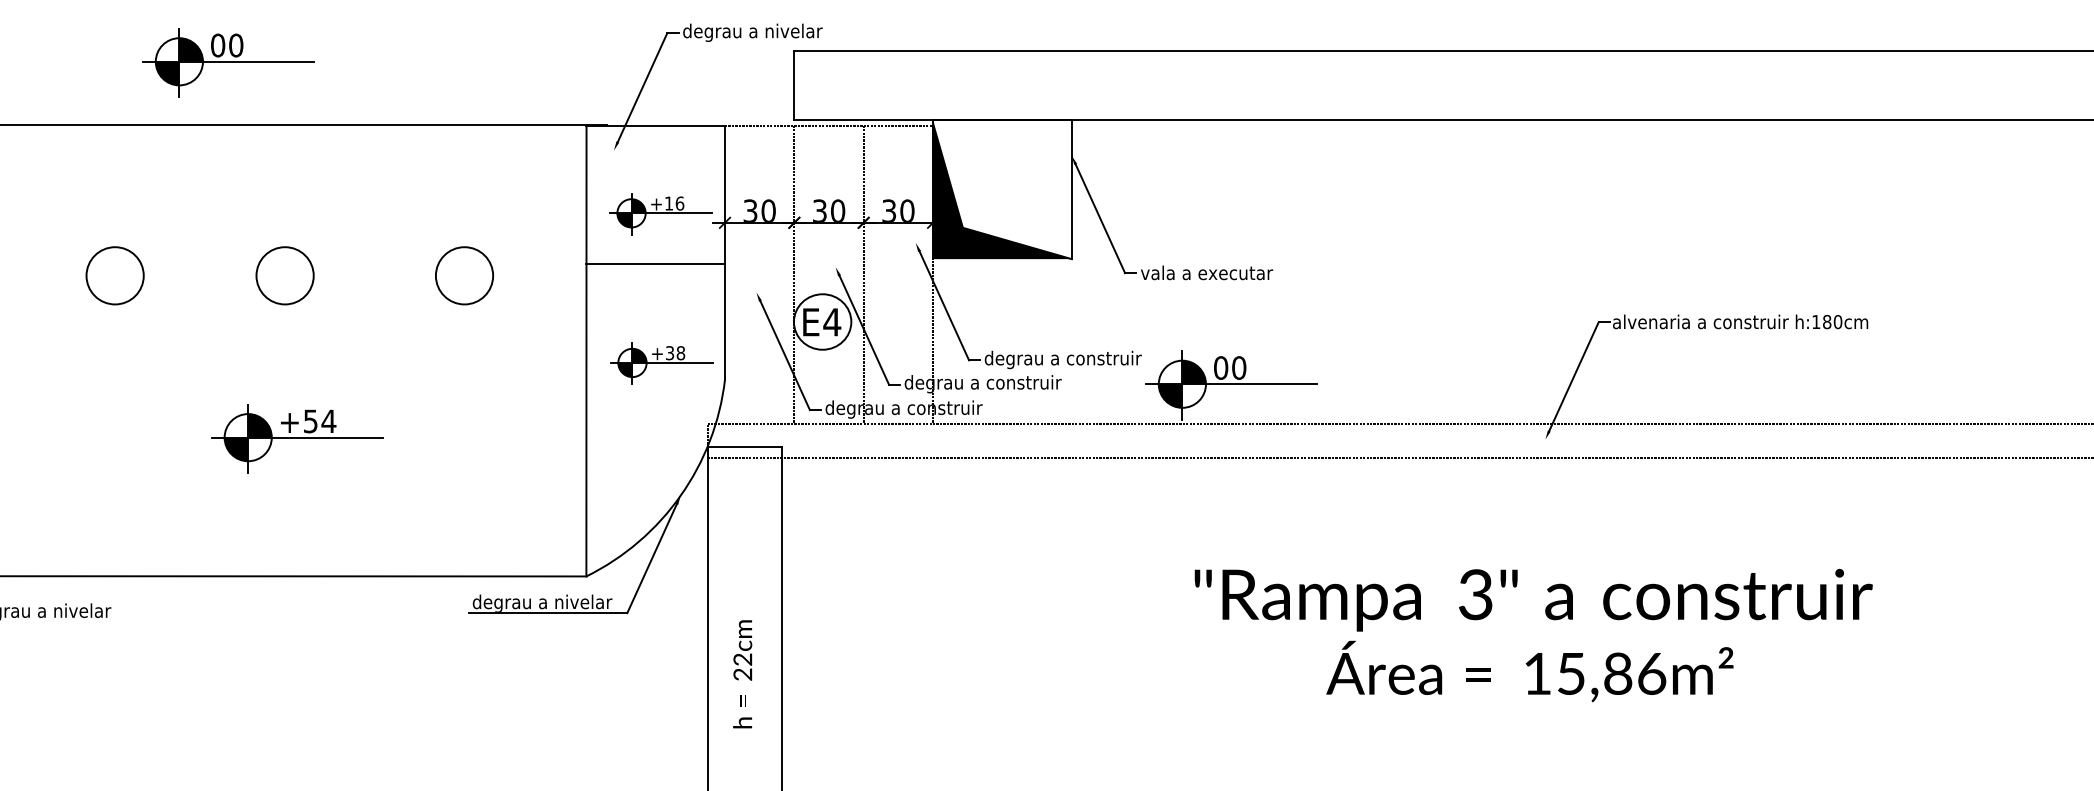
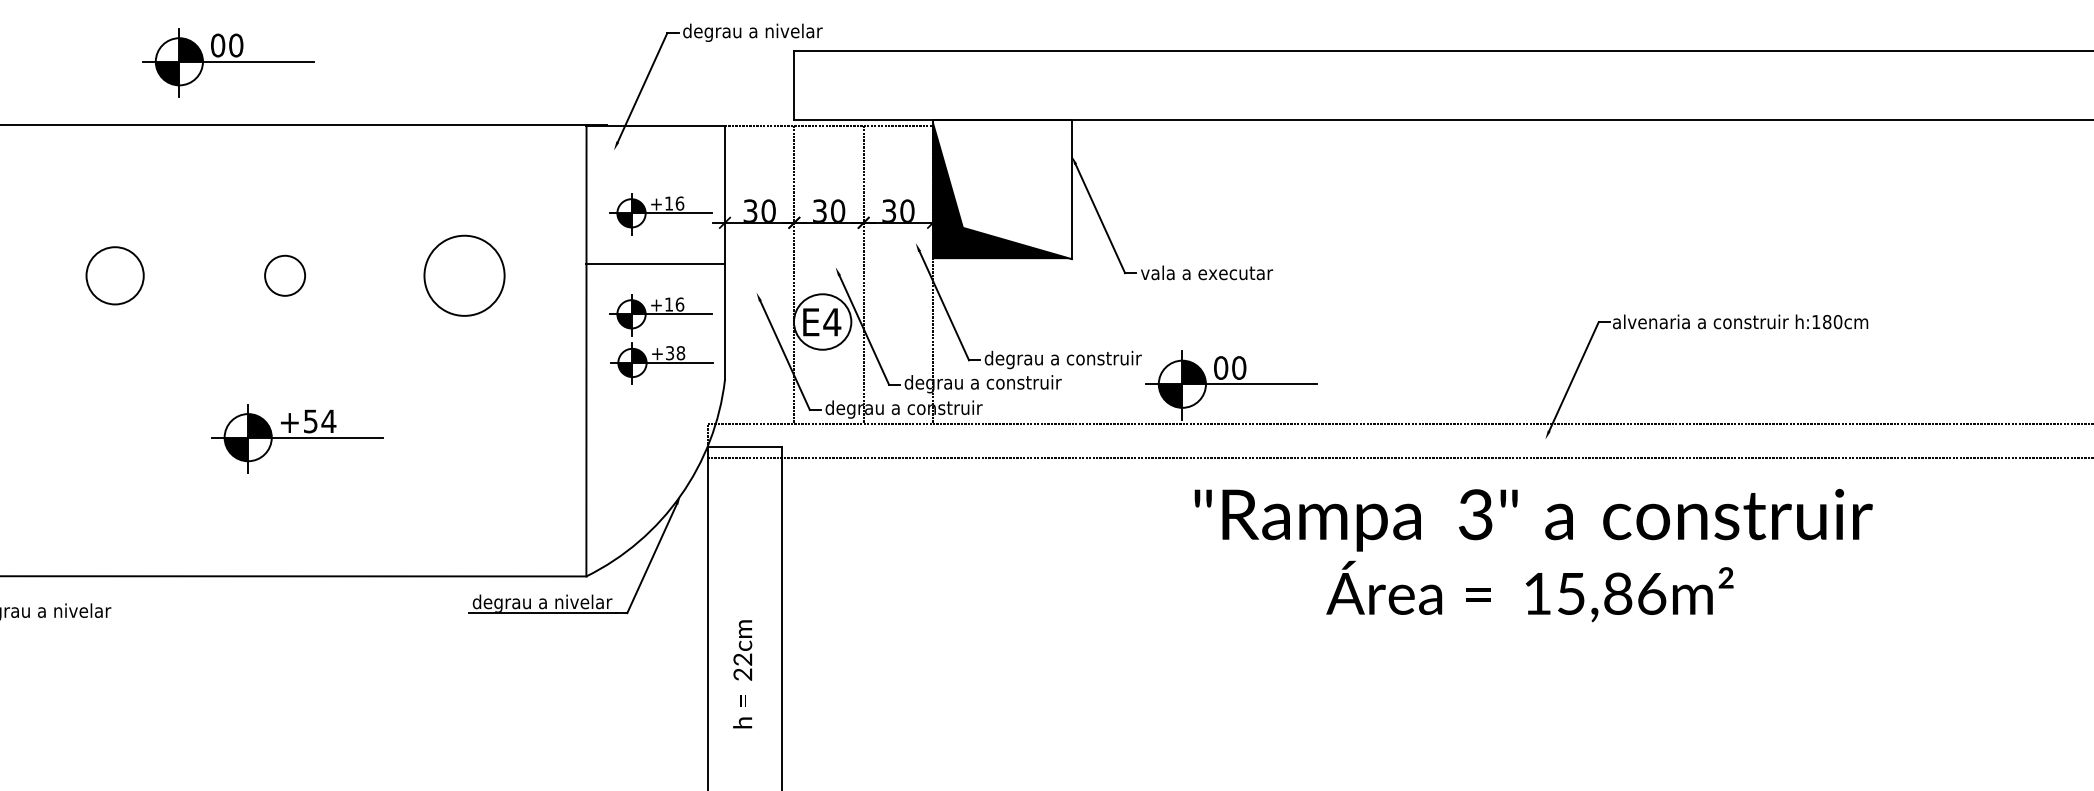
circle at (284, 275) diameter: 57 px -> 40 px
circle at (464, 275) diameter: 57 px -> 80 px
part at (660, 315): none -> present
text at (1533, 635) position: (1533, 635) -> (1533, 555)
